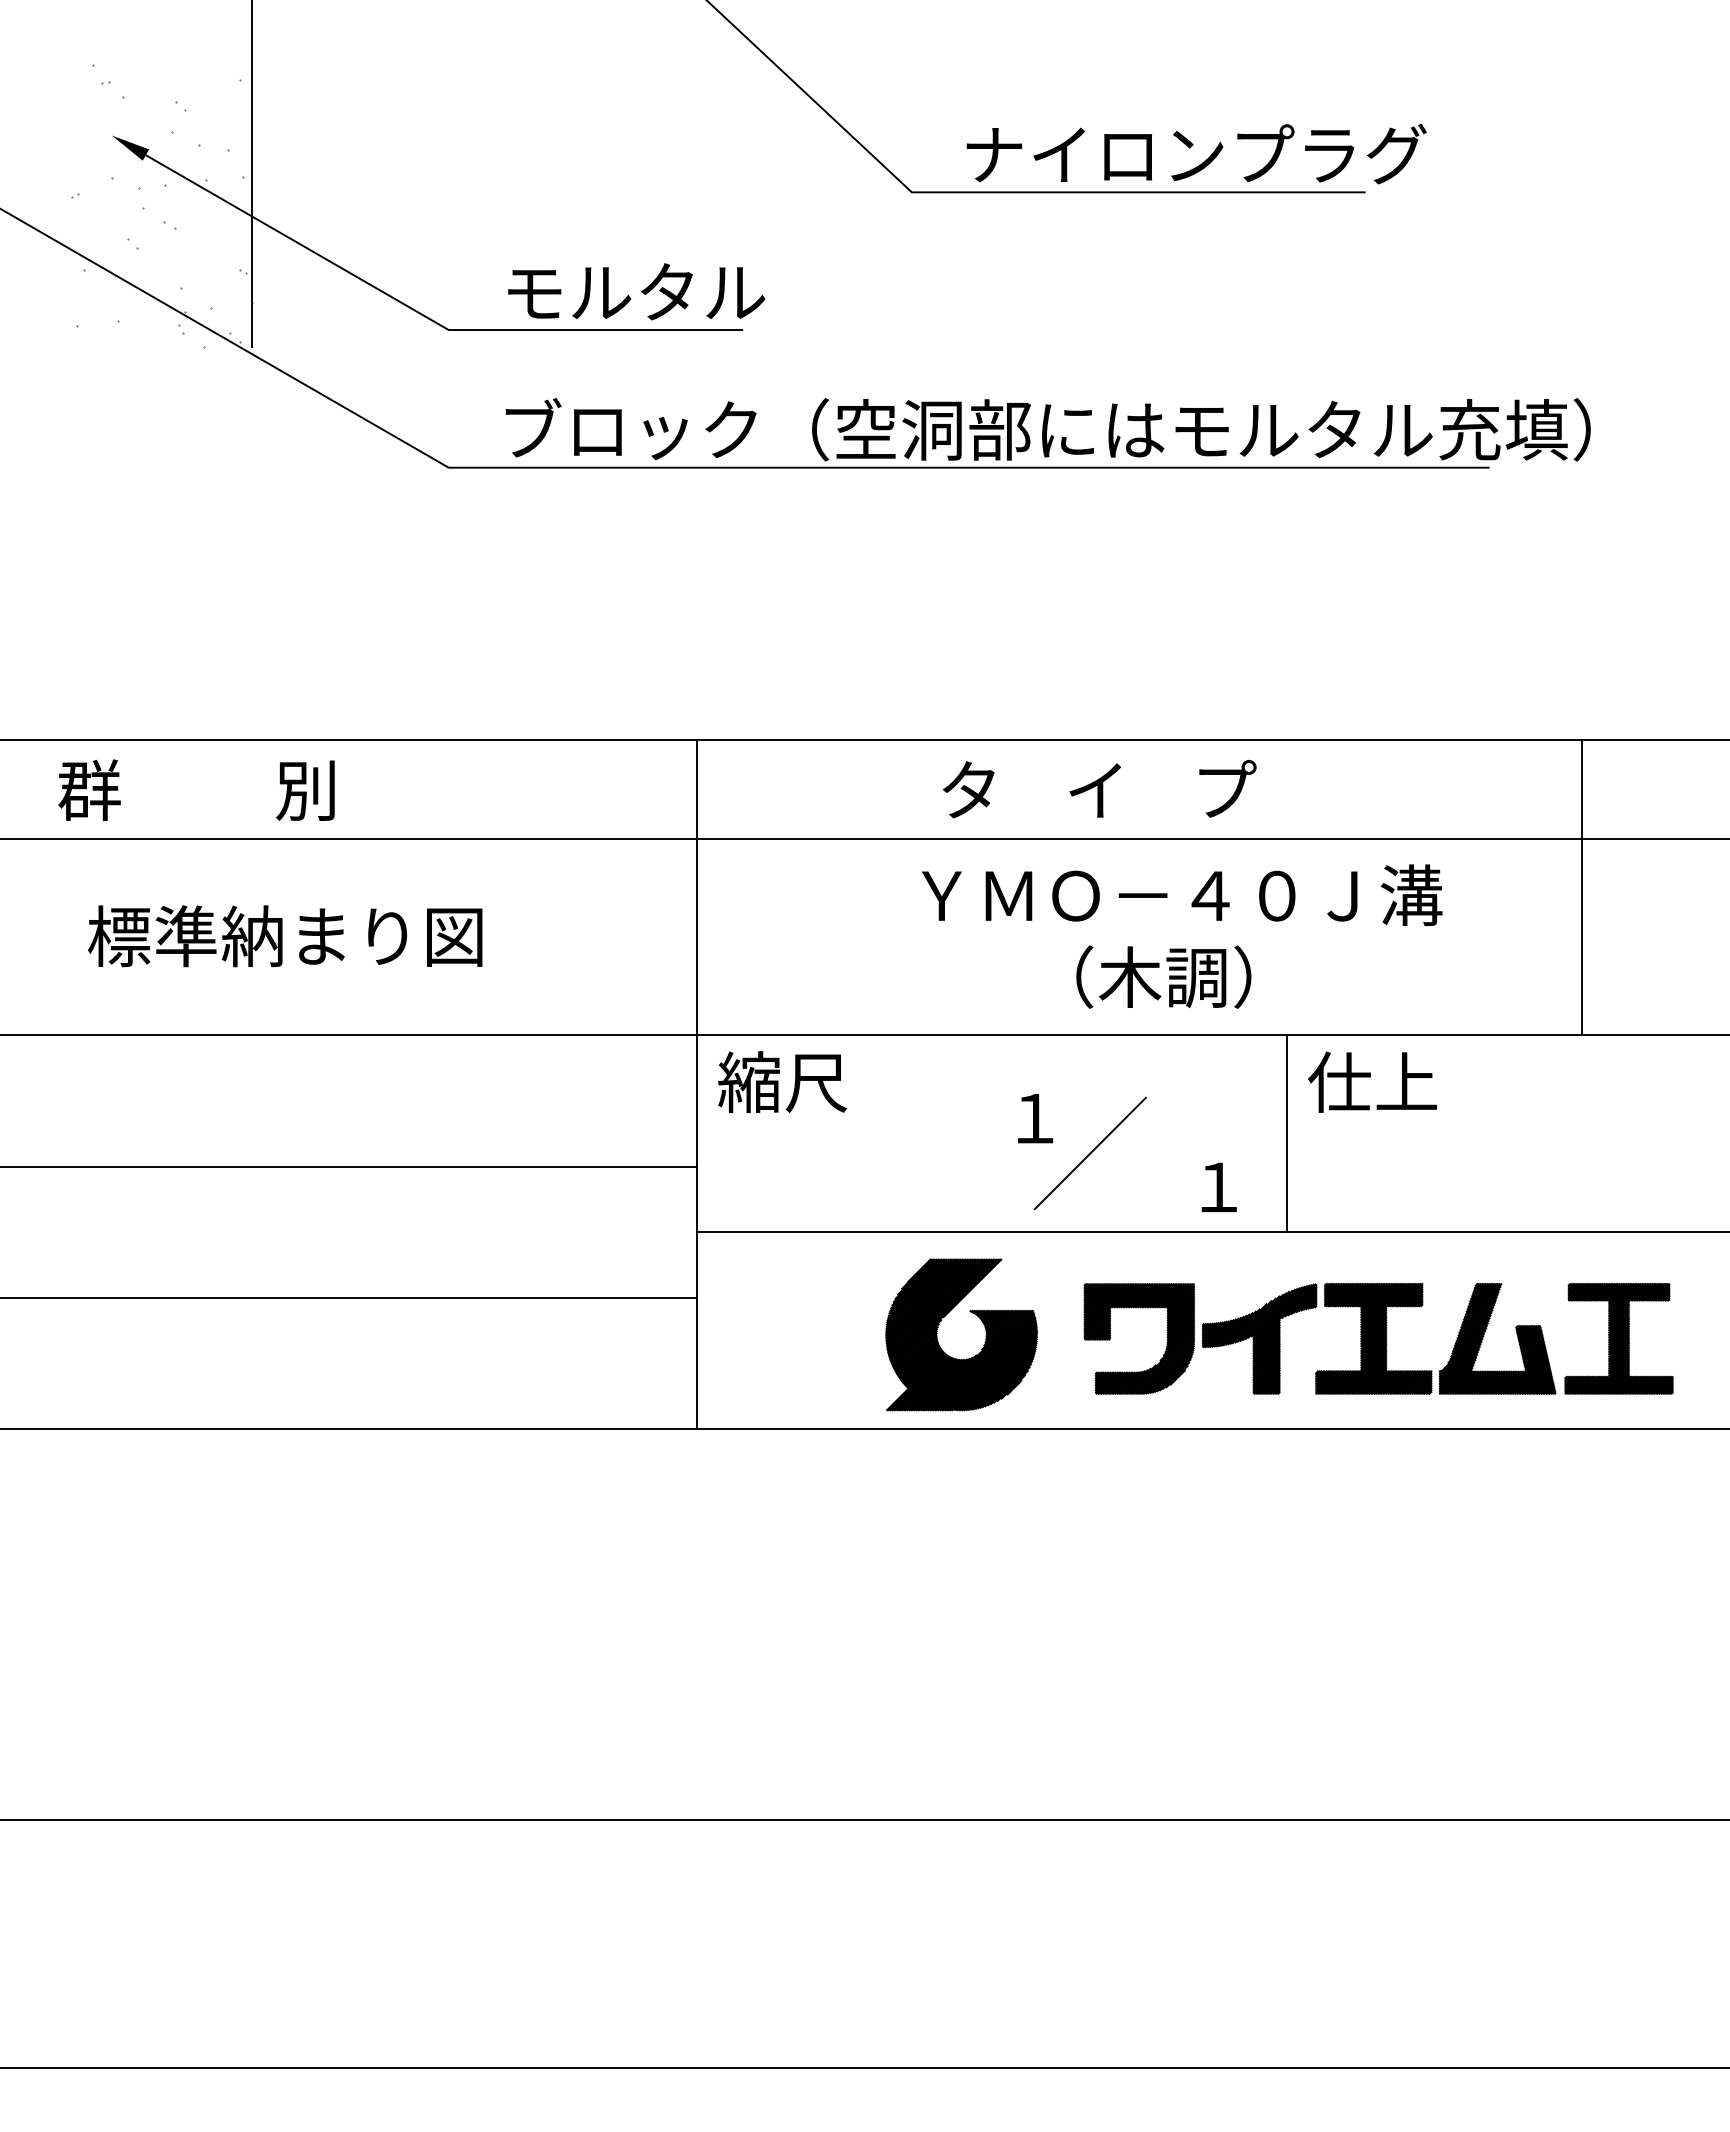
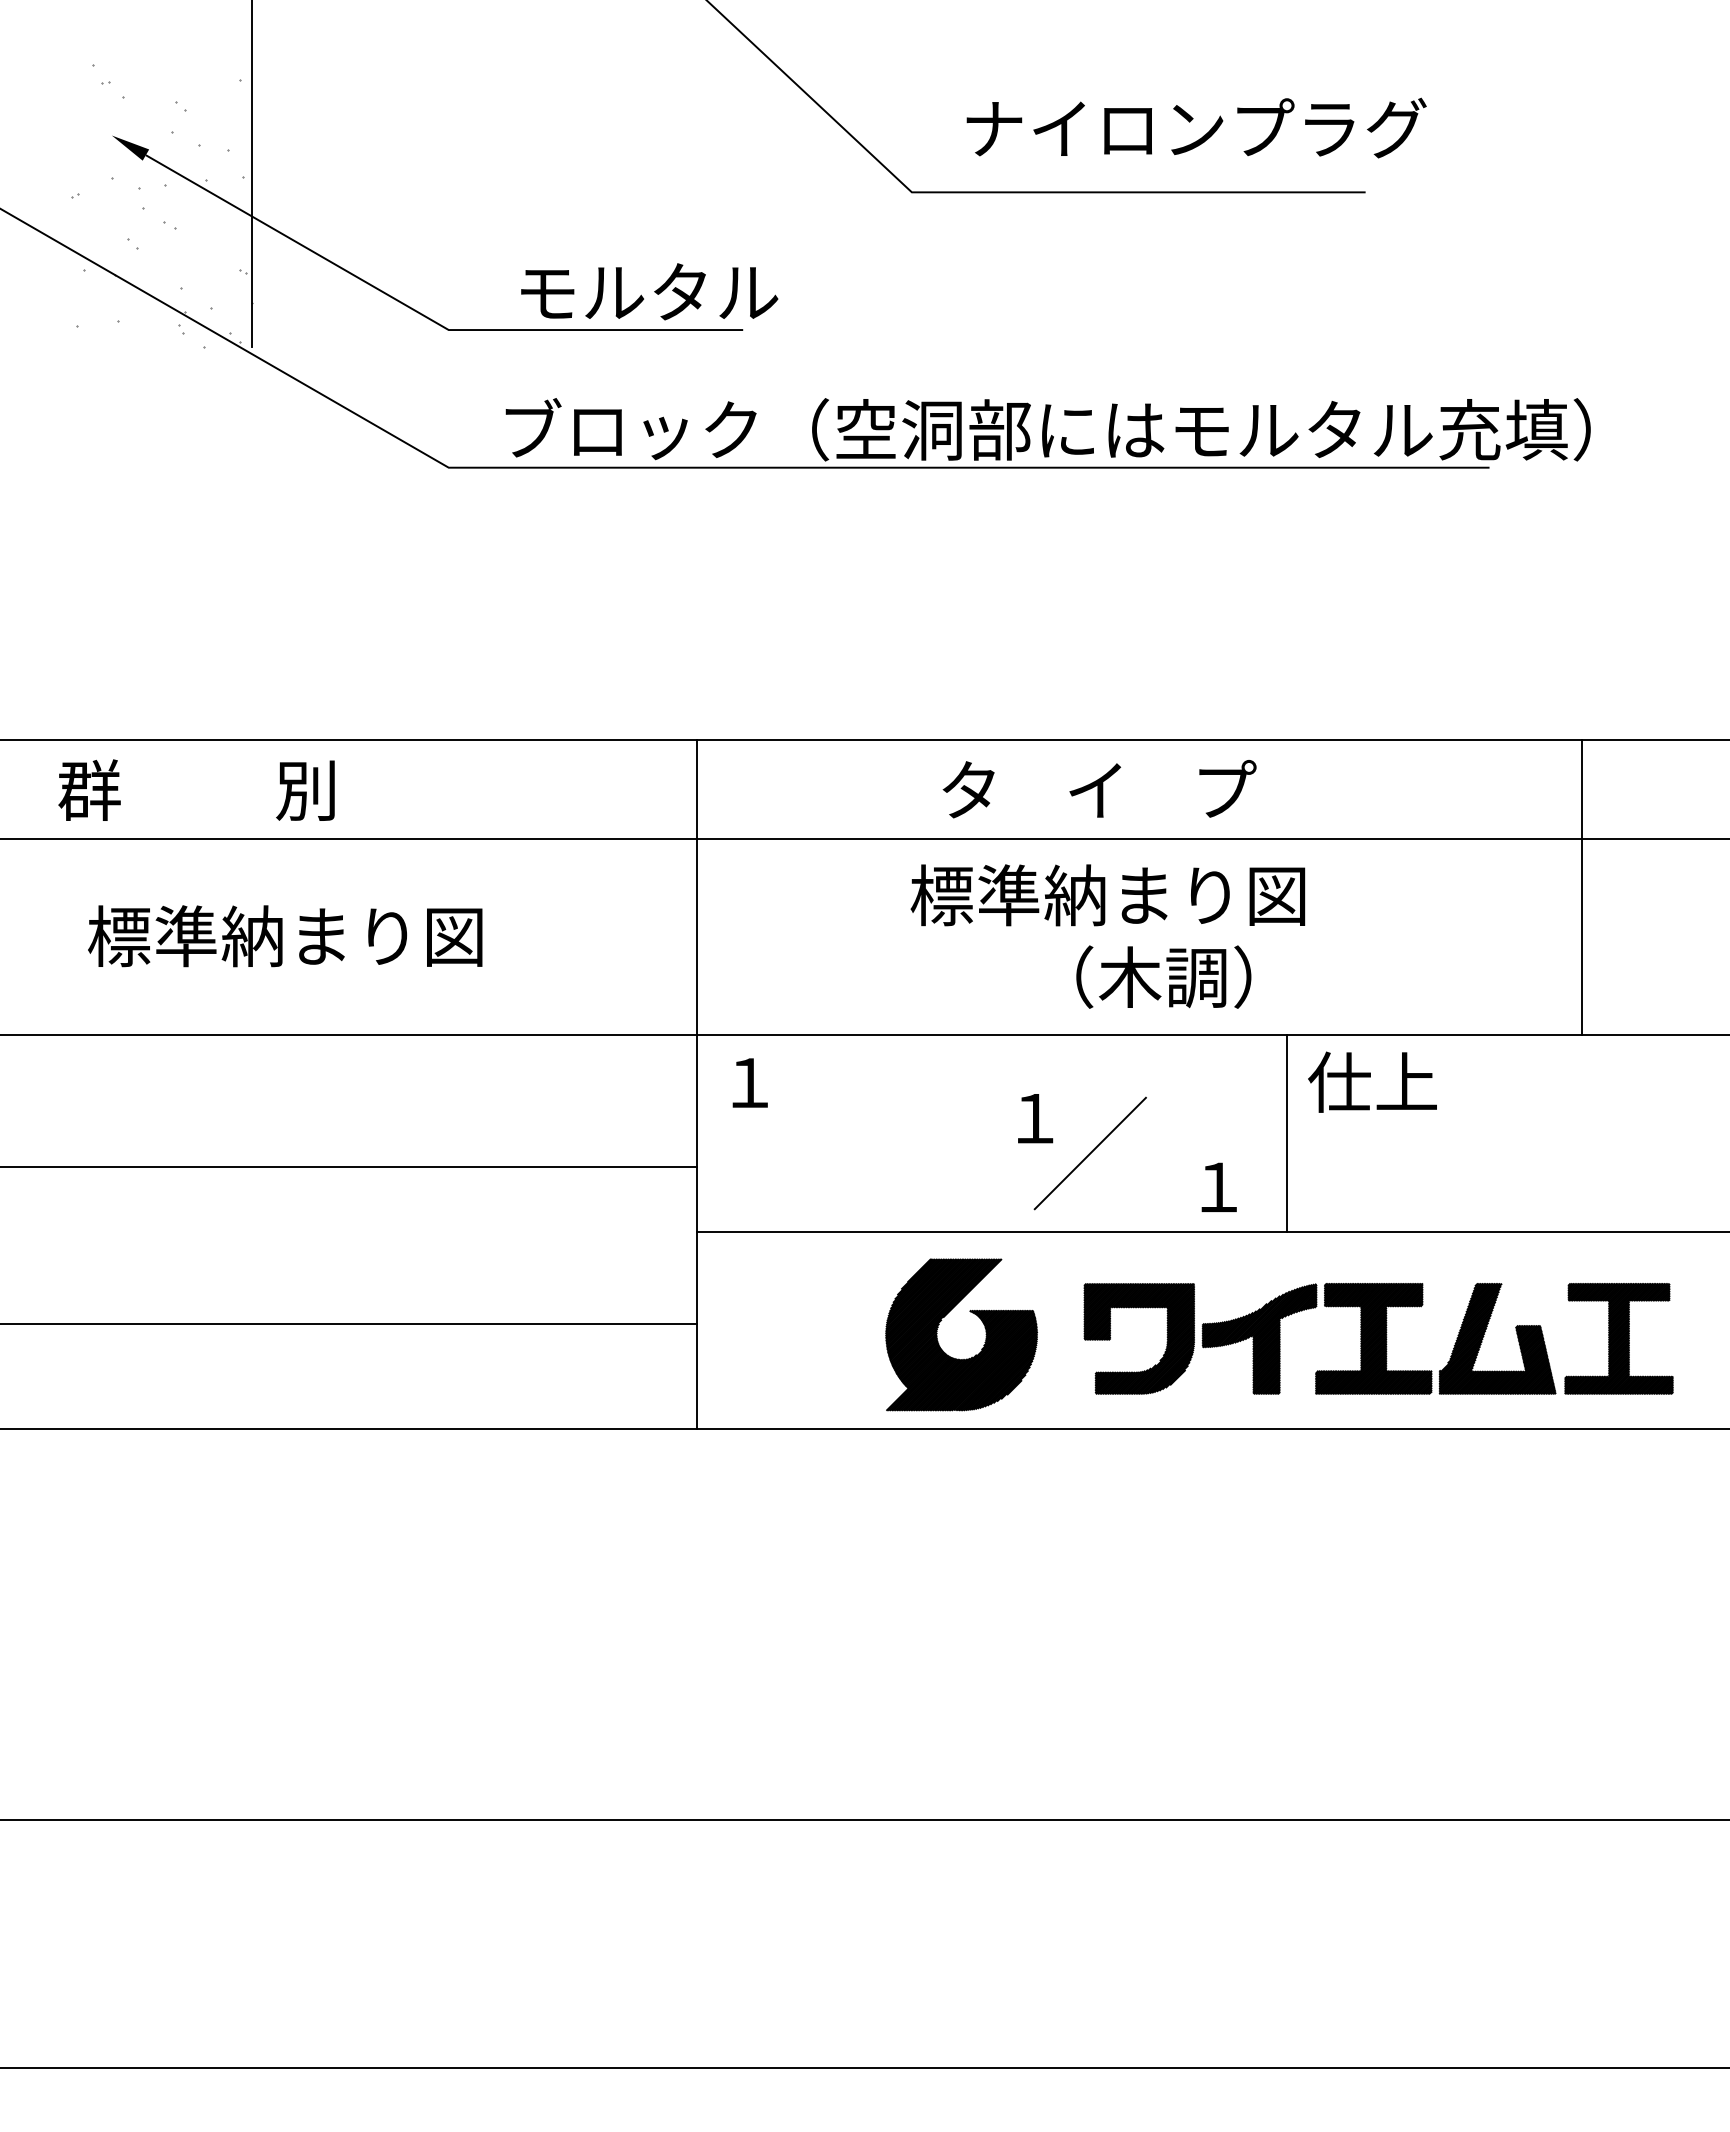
text at (1196, 153) position: (1196, 153) -> (1196, 127)
text at (636, 291) position: (636, 291) -> (649, 291)
text at (1176, 895): ＹＭＯ－４０Ｊ溝 -> 標準納まり図
text at (782, 1081): 縮尺 -> １
line at (349, 1297) position: (349, 1297) -> (349, 1323)
